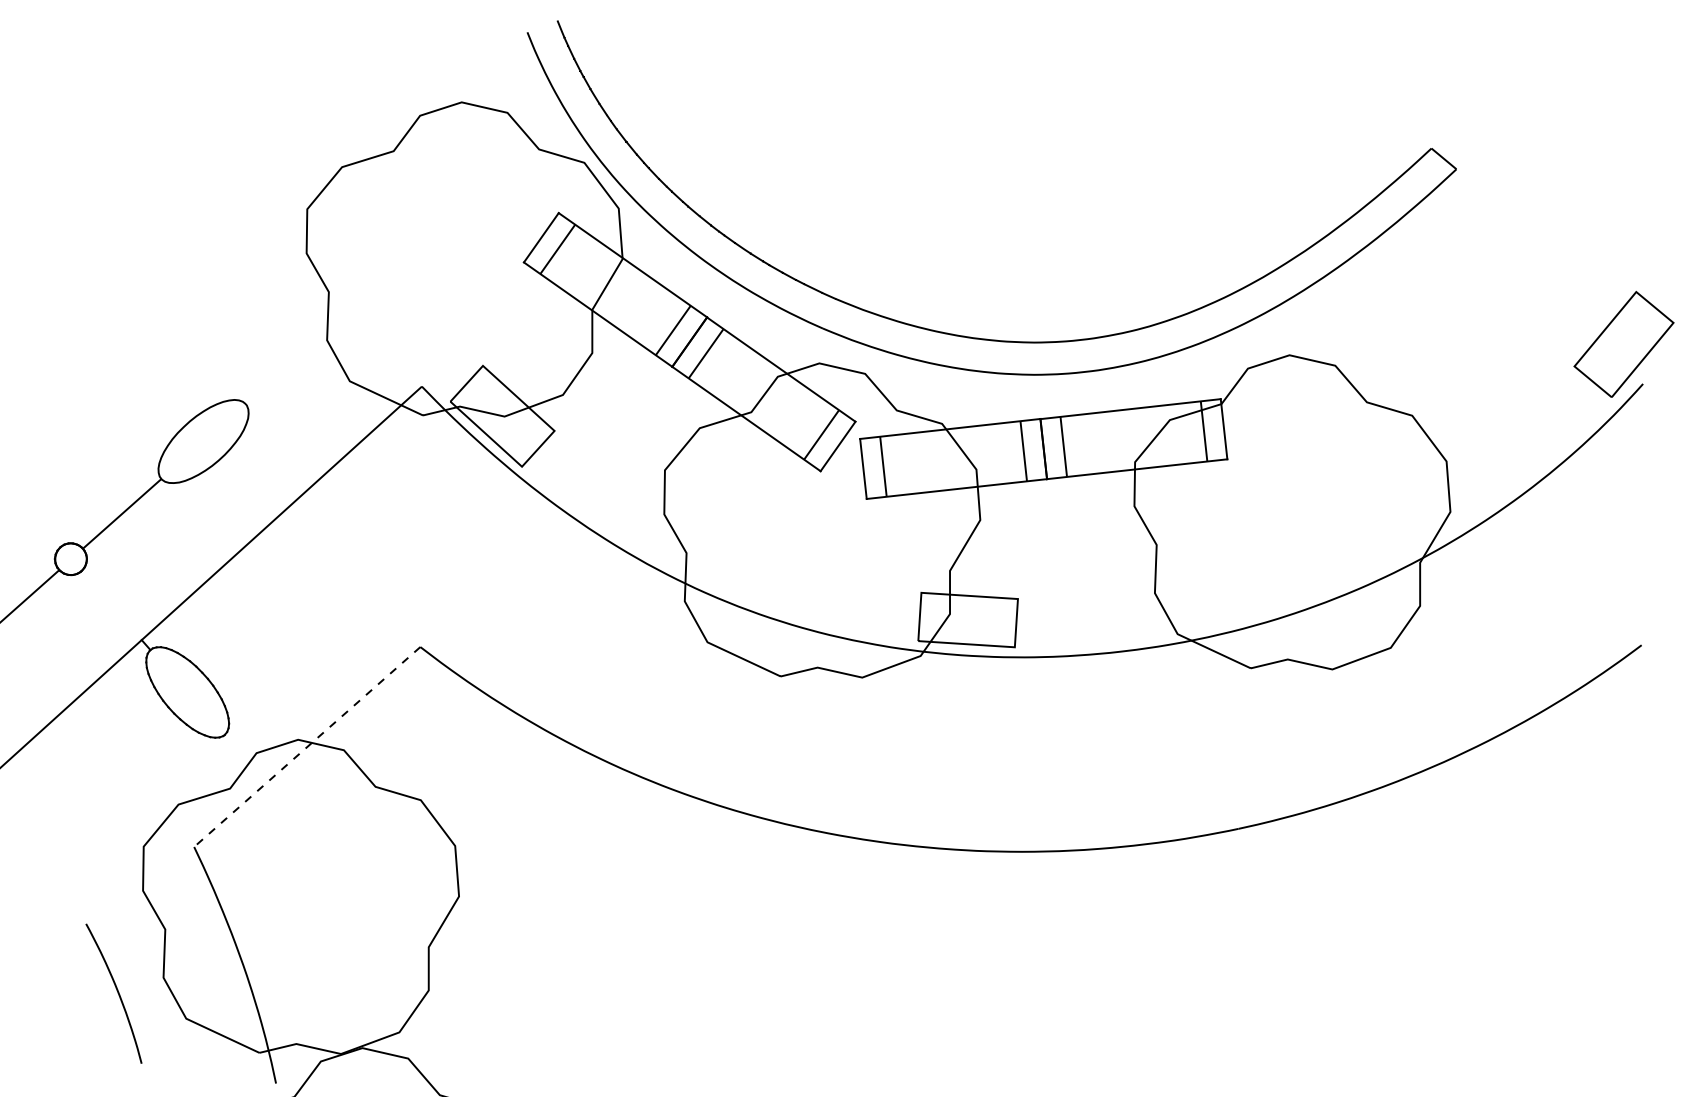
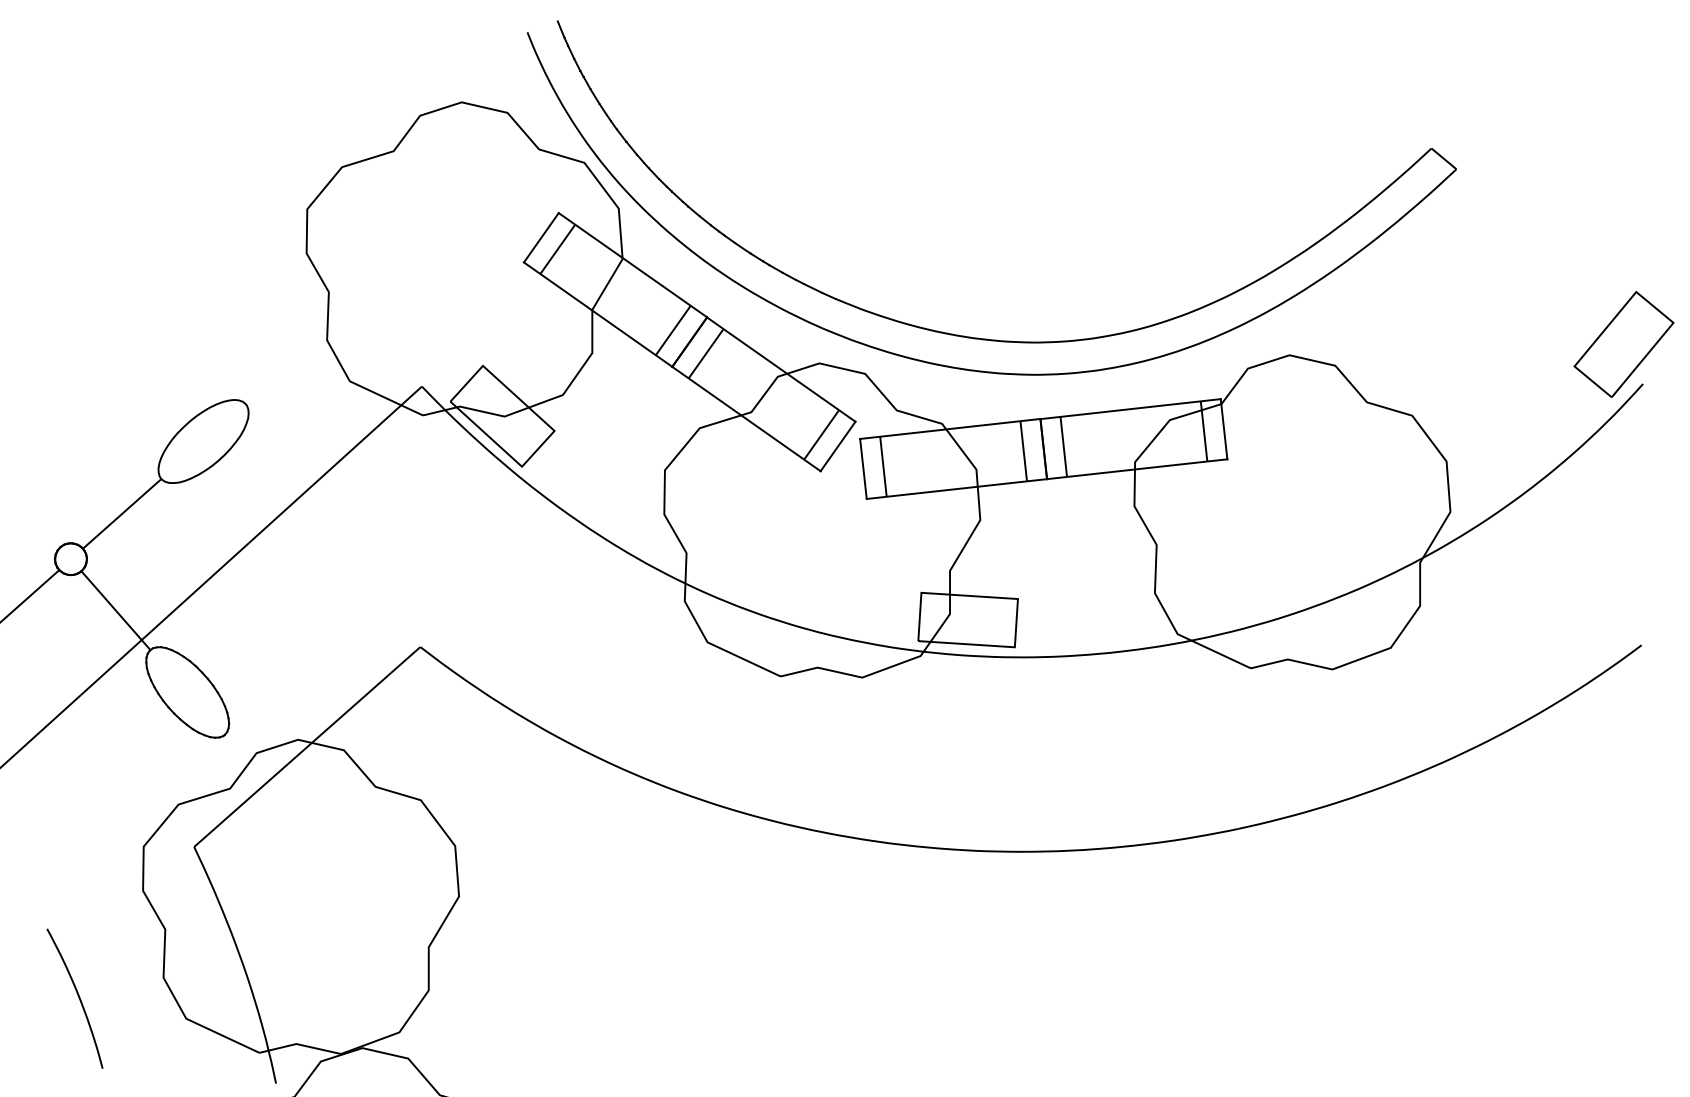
line at (111, 605): none -> present
line at (307, 747): dashed -> solid
curve at (117, 993) position: (117, 993) -> (78, 998)
